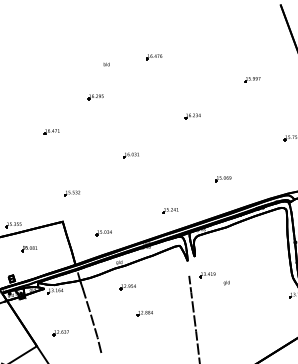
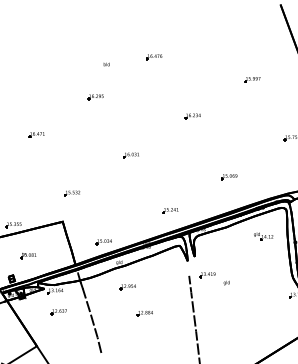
part at (51, 131) position: (51, 131) -> (36, 134)
part at (223, 179) position: (223, 179) -> (229, 177)
part at (103, 233) position: (103, 233) -> (103, 242)
part at (263, 236): none -> present
part at (29, 249) position: (29, 249) -> (28, 256)
part at (60, 333) position: (60, 333) -> (58, 312)
